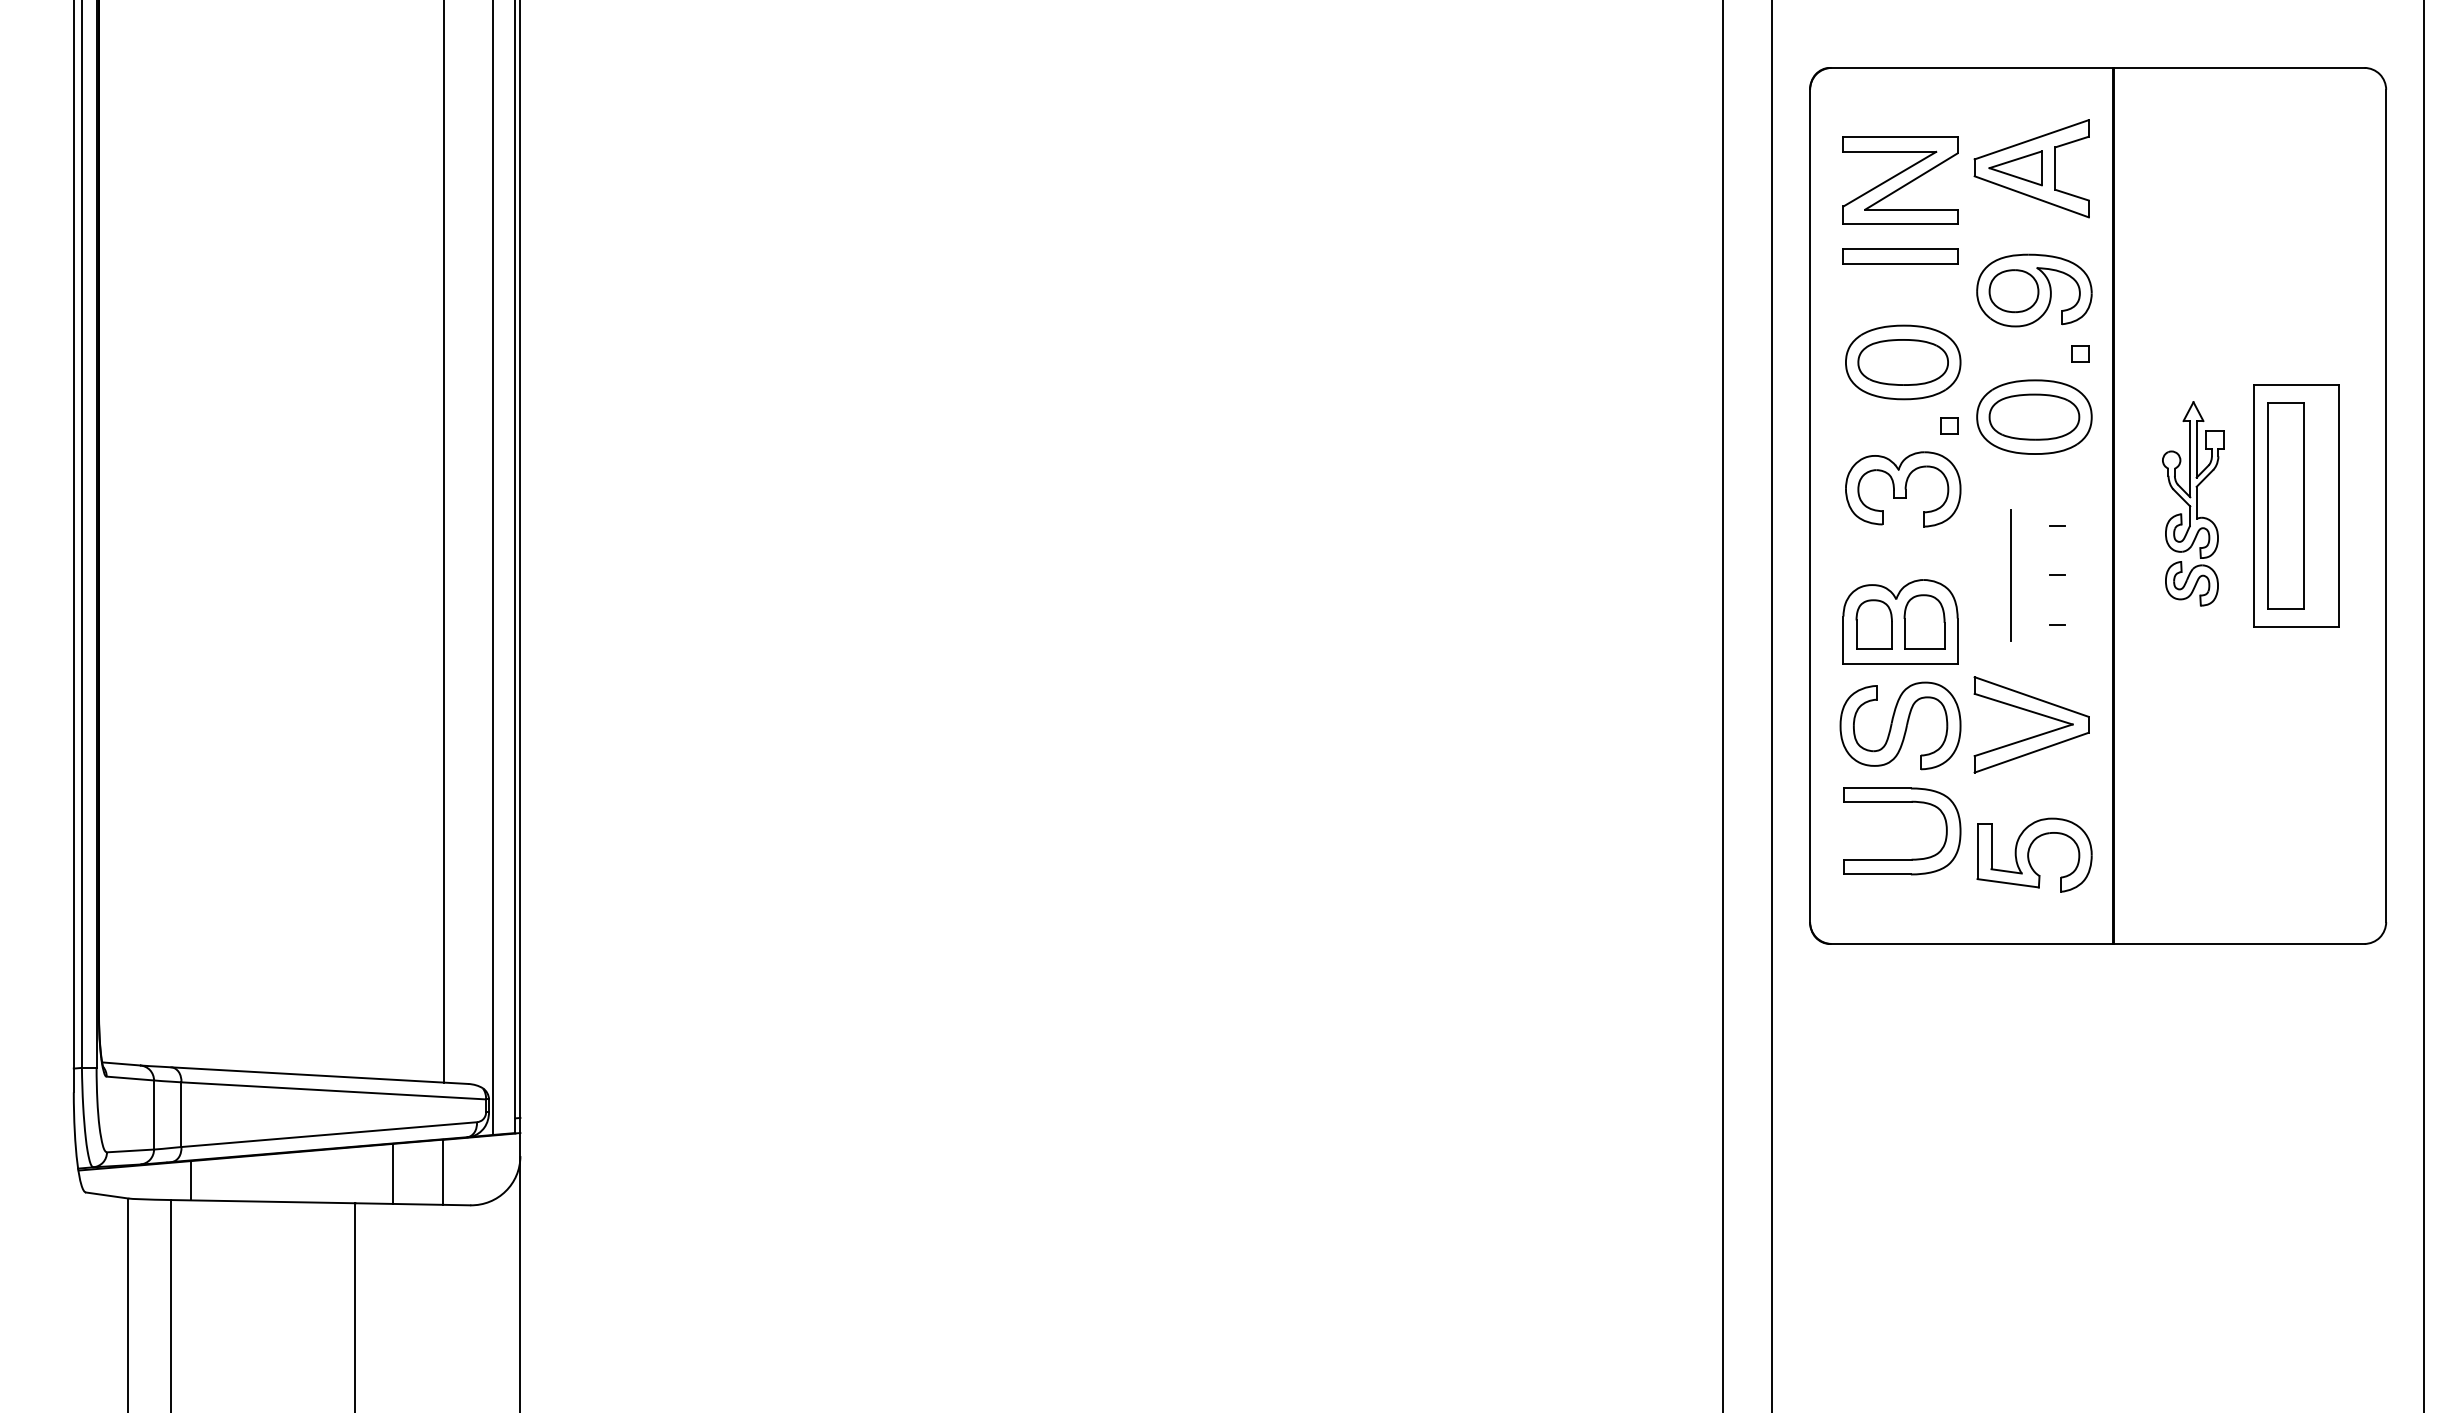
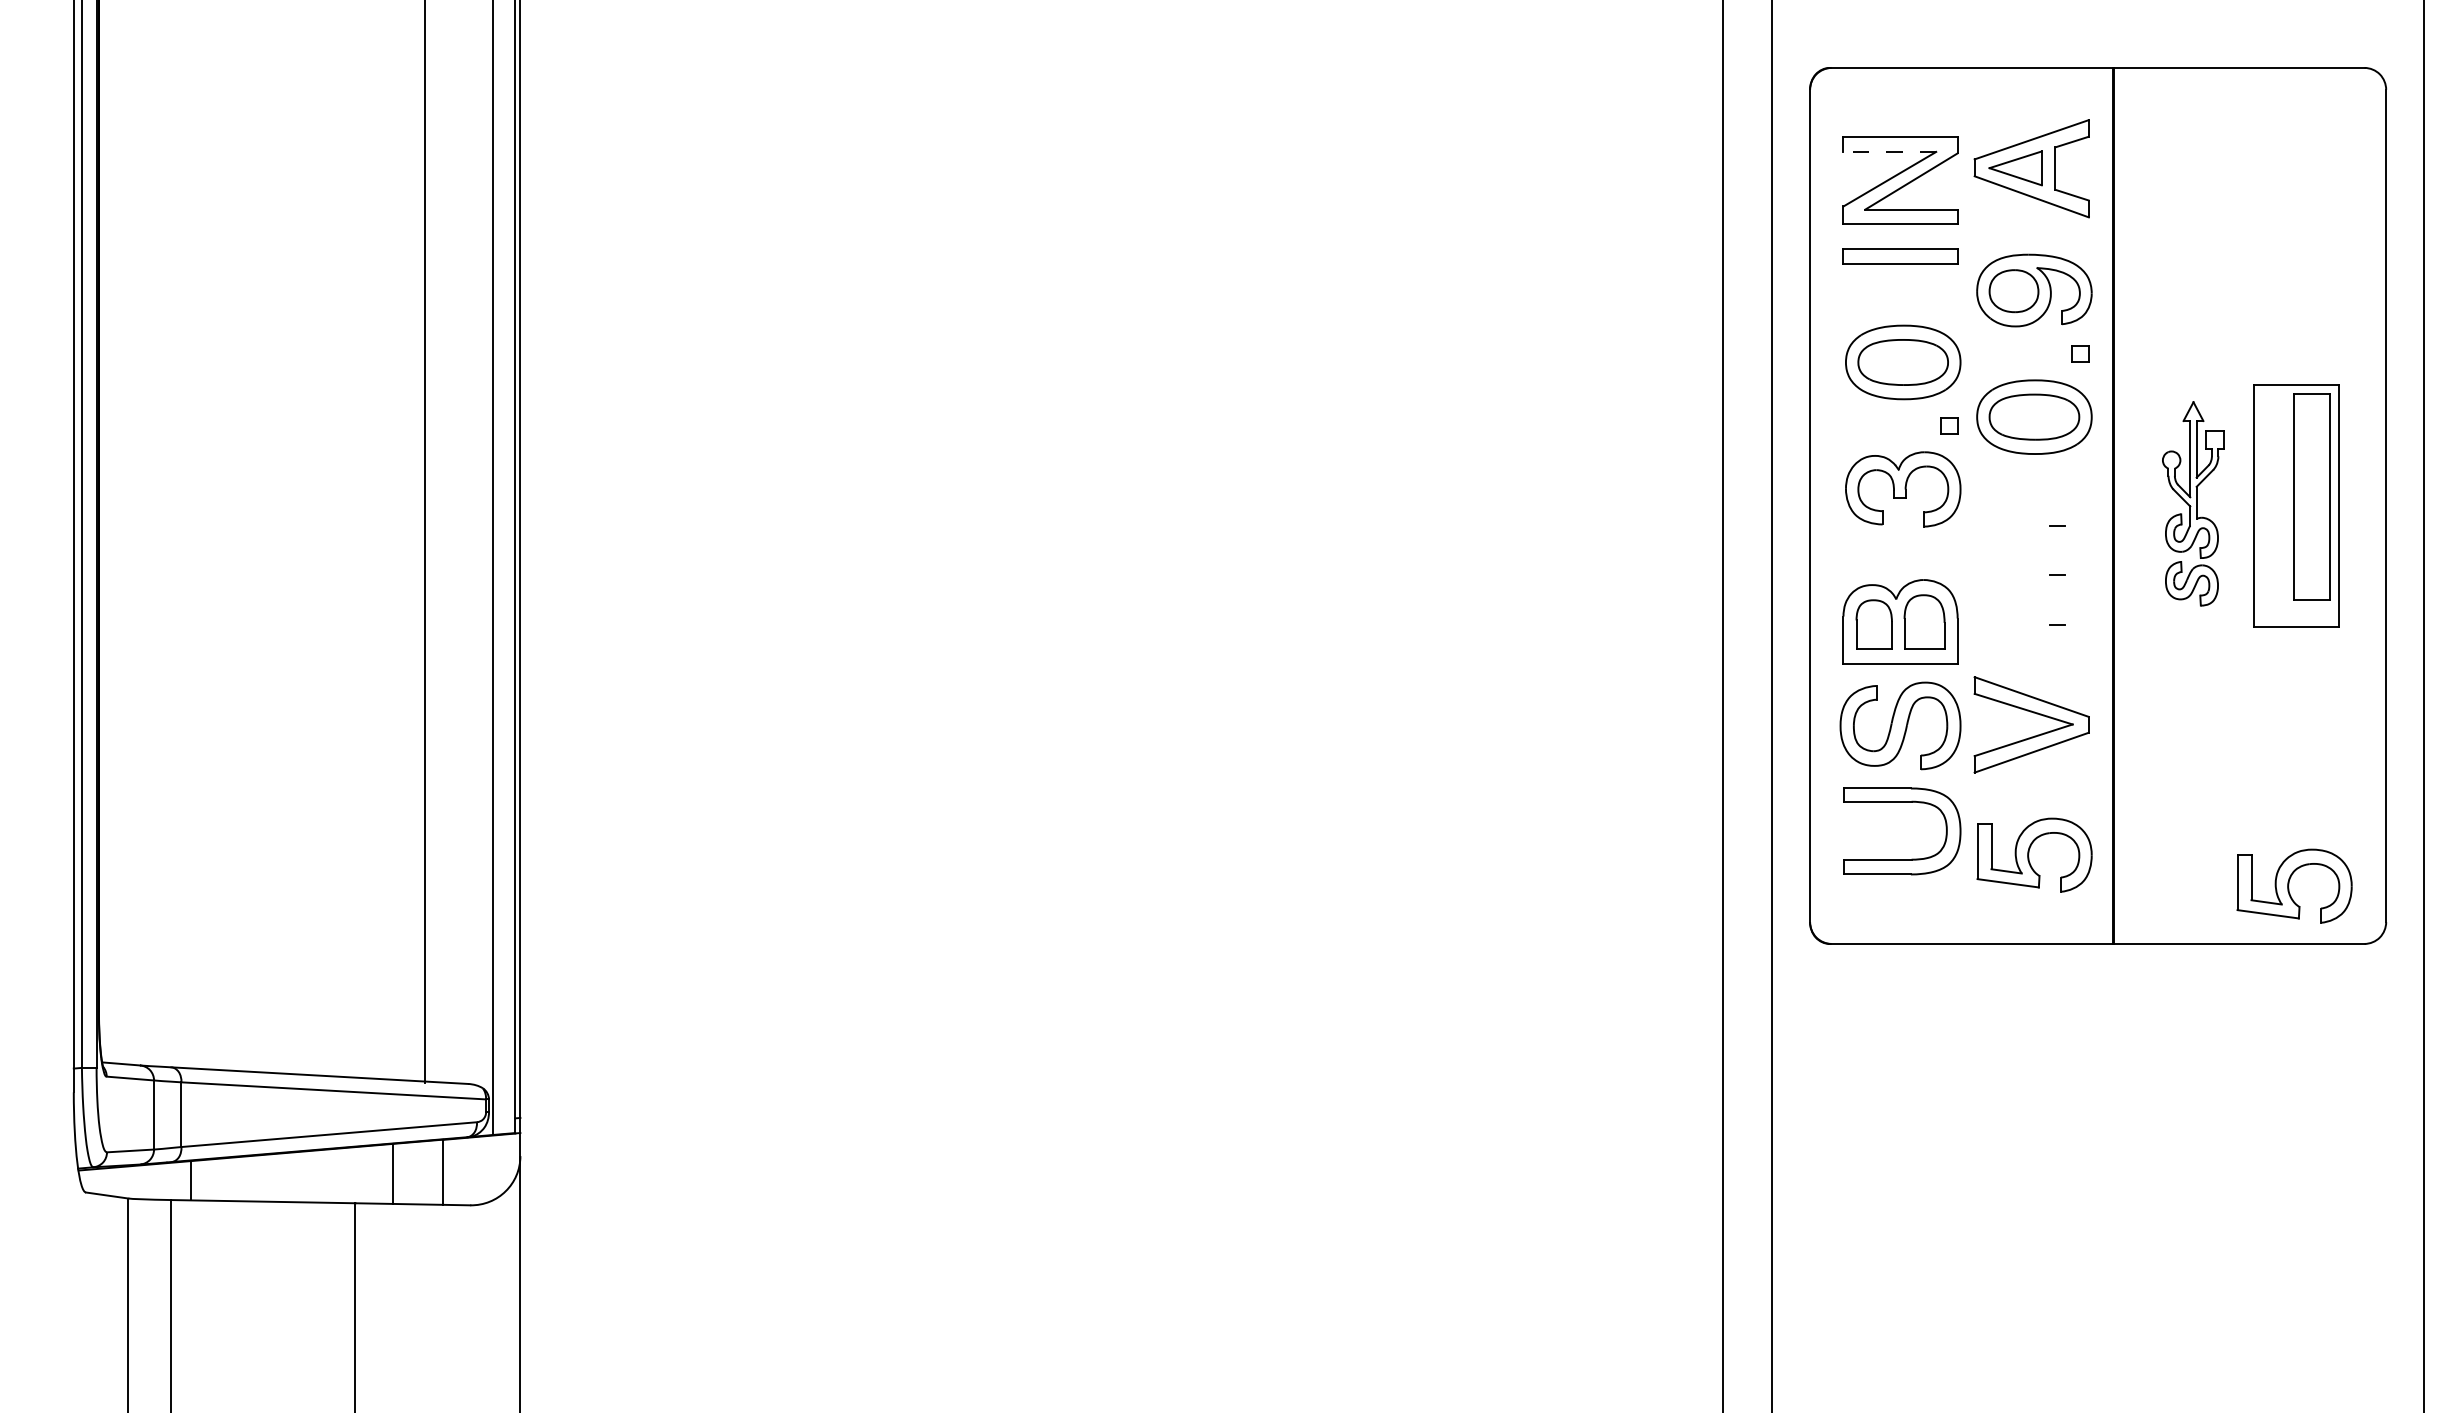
line at (1889, 151): solid -> dashed
part at (2285, 505) position: (2285, 505) -> (2311, 496)
line at (443, 542) position: (443, 542) -> (424, 542)
line at (2010, 575): present -> none
part at (2294, 885): none -> present
